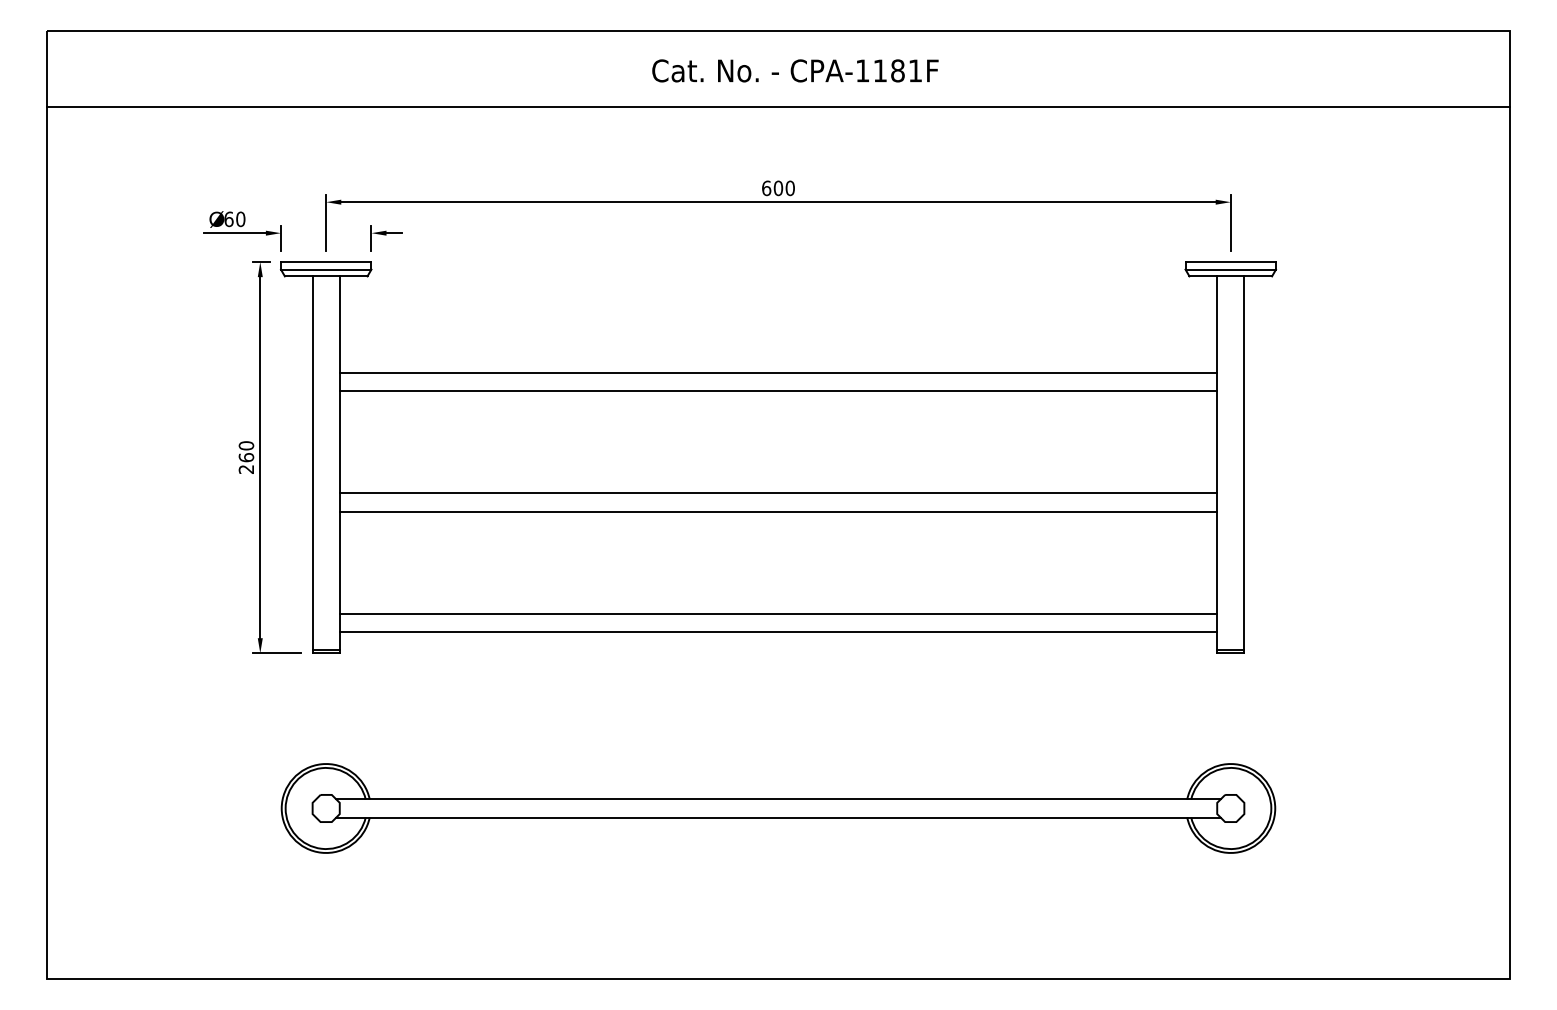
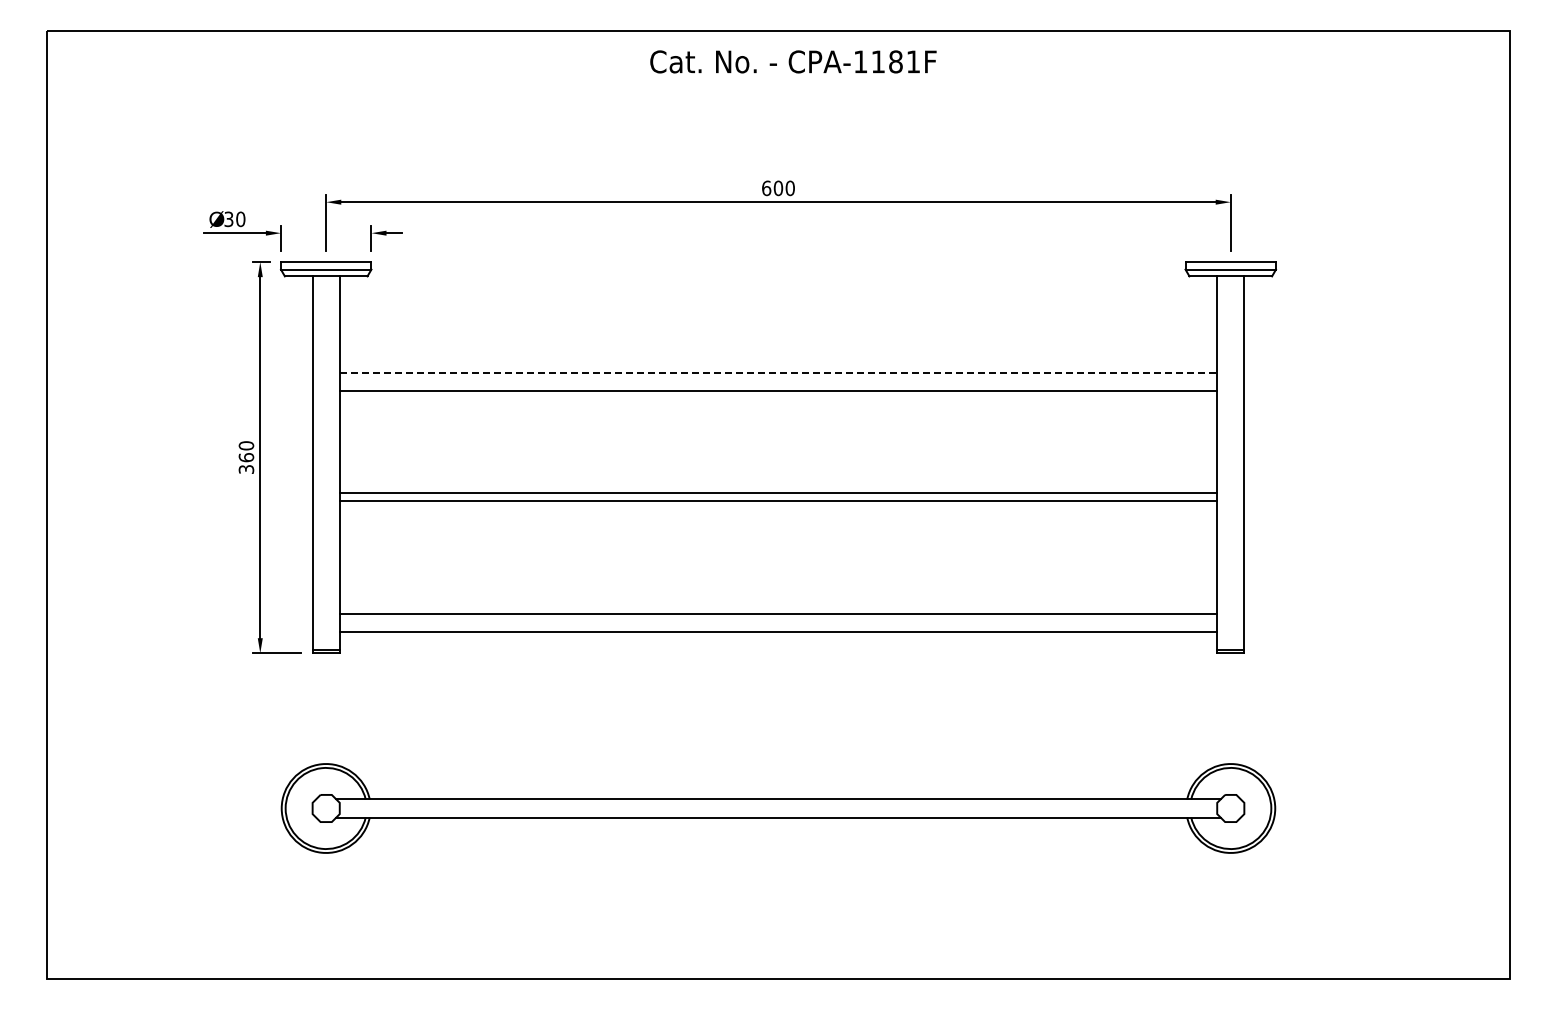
text at (795, 70) position: (795, 70) -> (793, 61)
line at (778, 106): present -> none
text at (228, 219): 60 -> 30
line at (778, 372): solid -> dashed
text at (246, 469): 260 -> 360
line at (778, 511) position: (778, 511) -> (778, 500)
